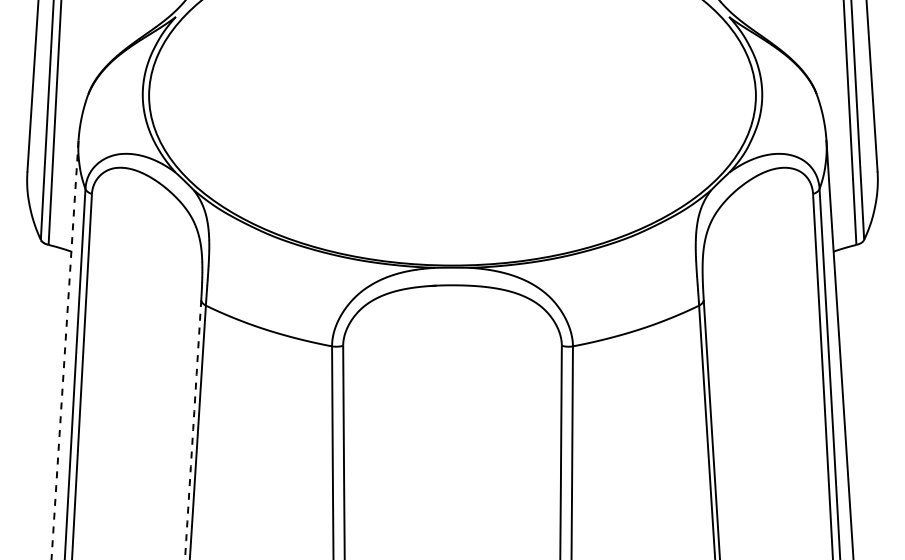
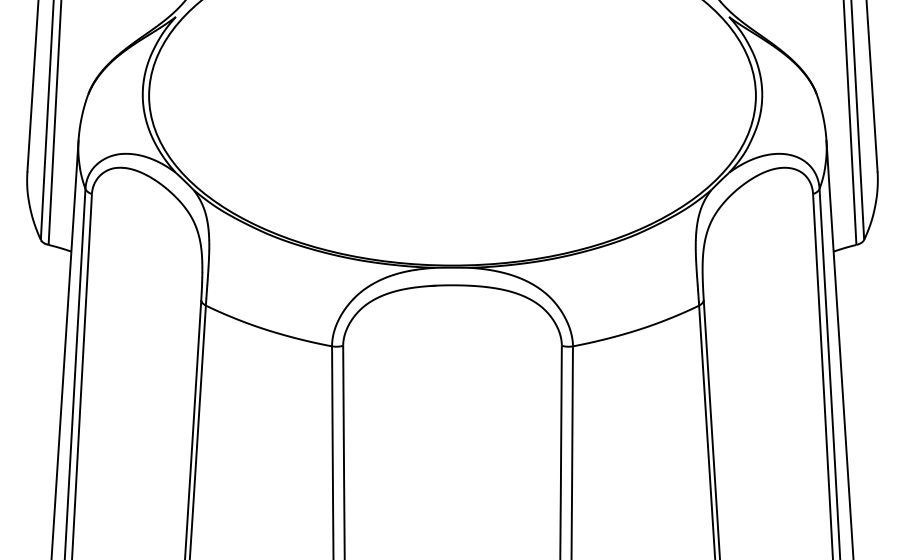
line at (65, 350): dashed -> solid
line at (193, 430): dashed -> solid
